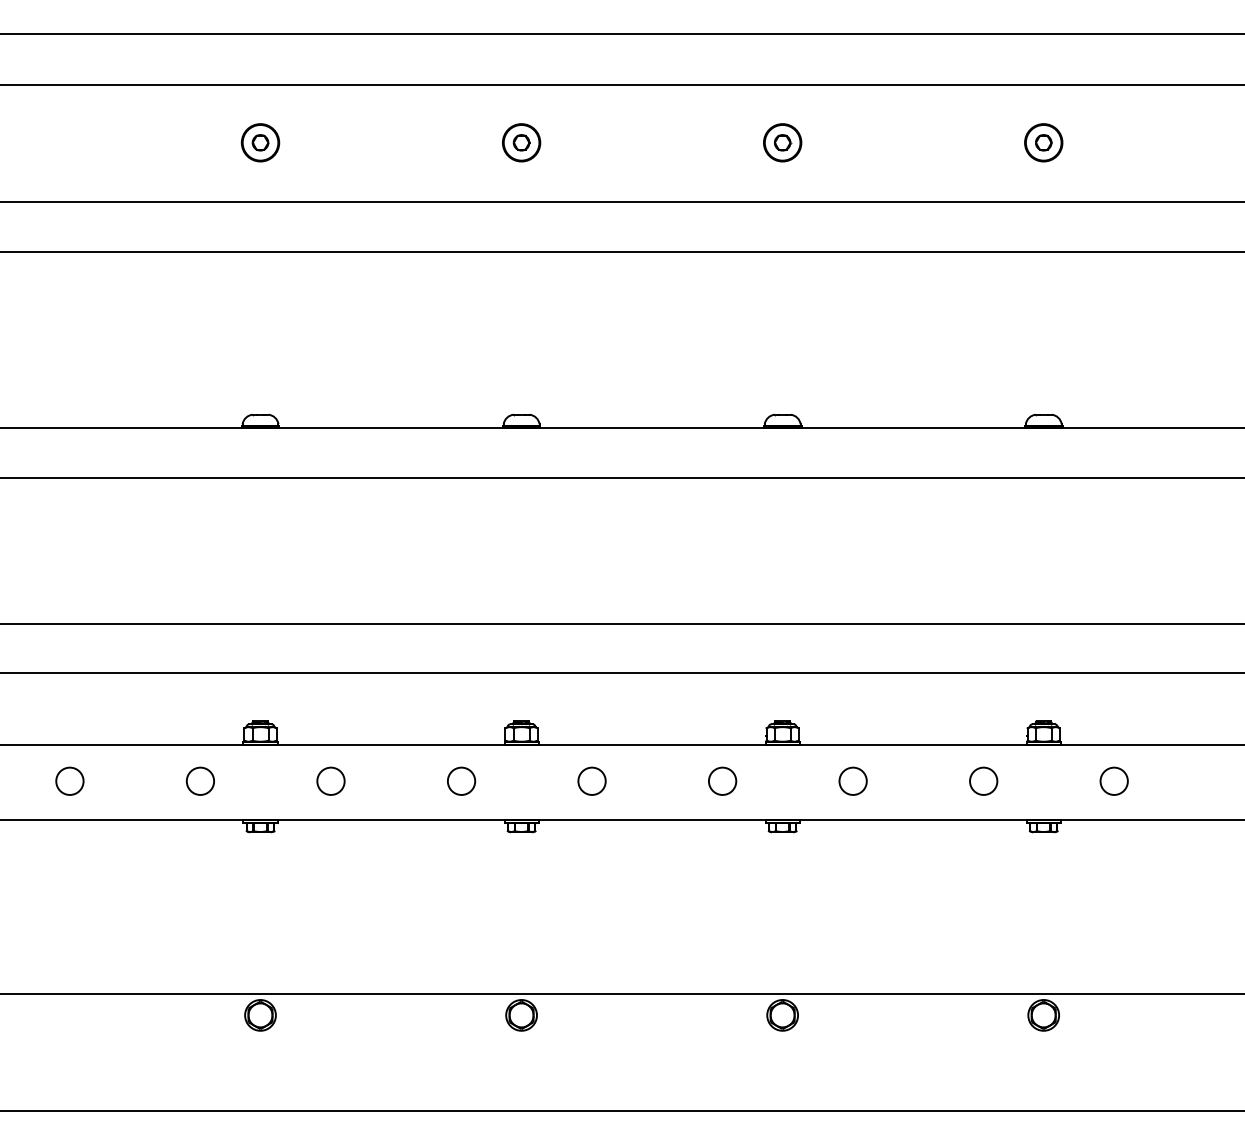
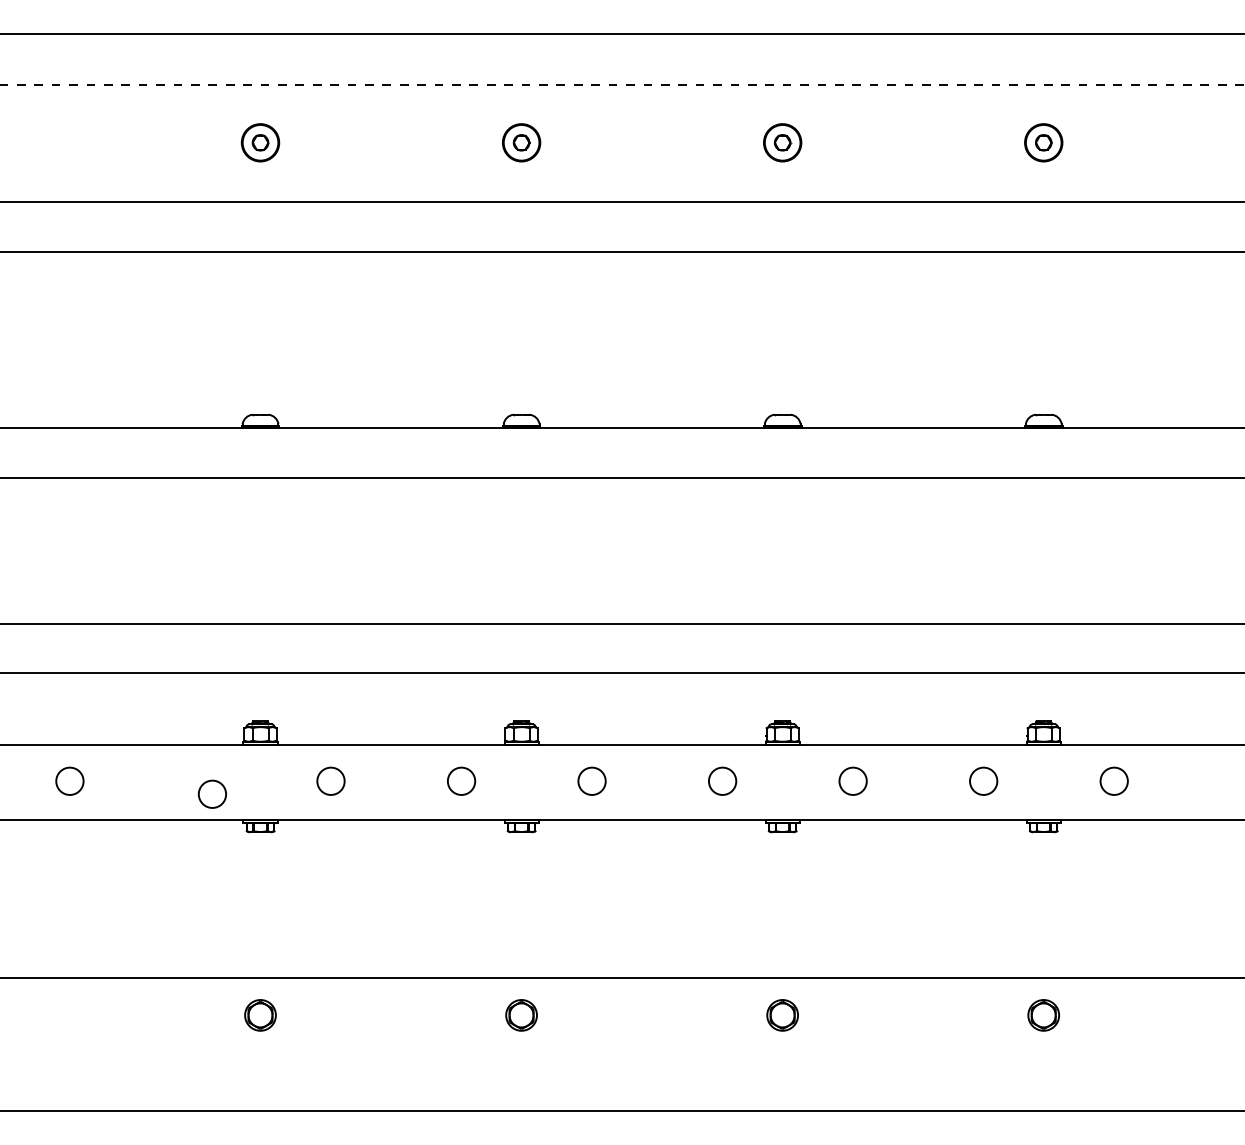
line at (621, 84): solid -> dashed
circle at (199, 780) position: (199, 780) -> (211, 793)
line at (621, 993) position: (621, 993) -> (621, 977)
